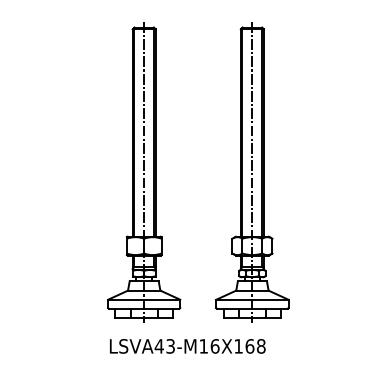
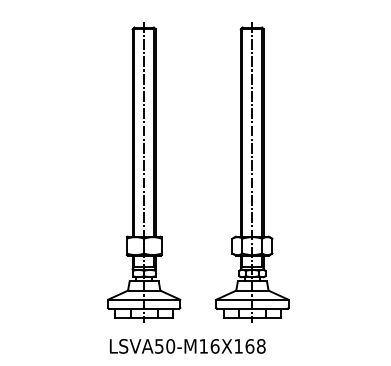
text at (164, 346): LSVA43-M16X168 -> LSVA50-M16X168
